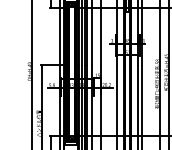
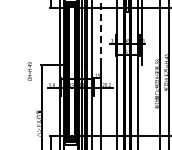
line at (101, 32): solid -> dashed
line at (32, 74): present -> none
line at (141, 106): present -> none
